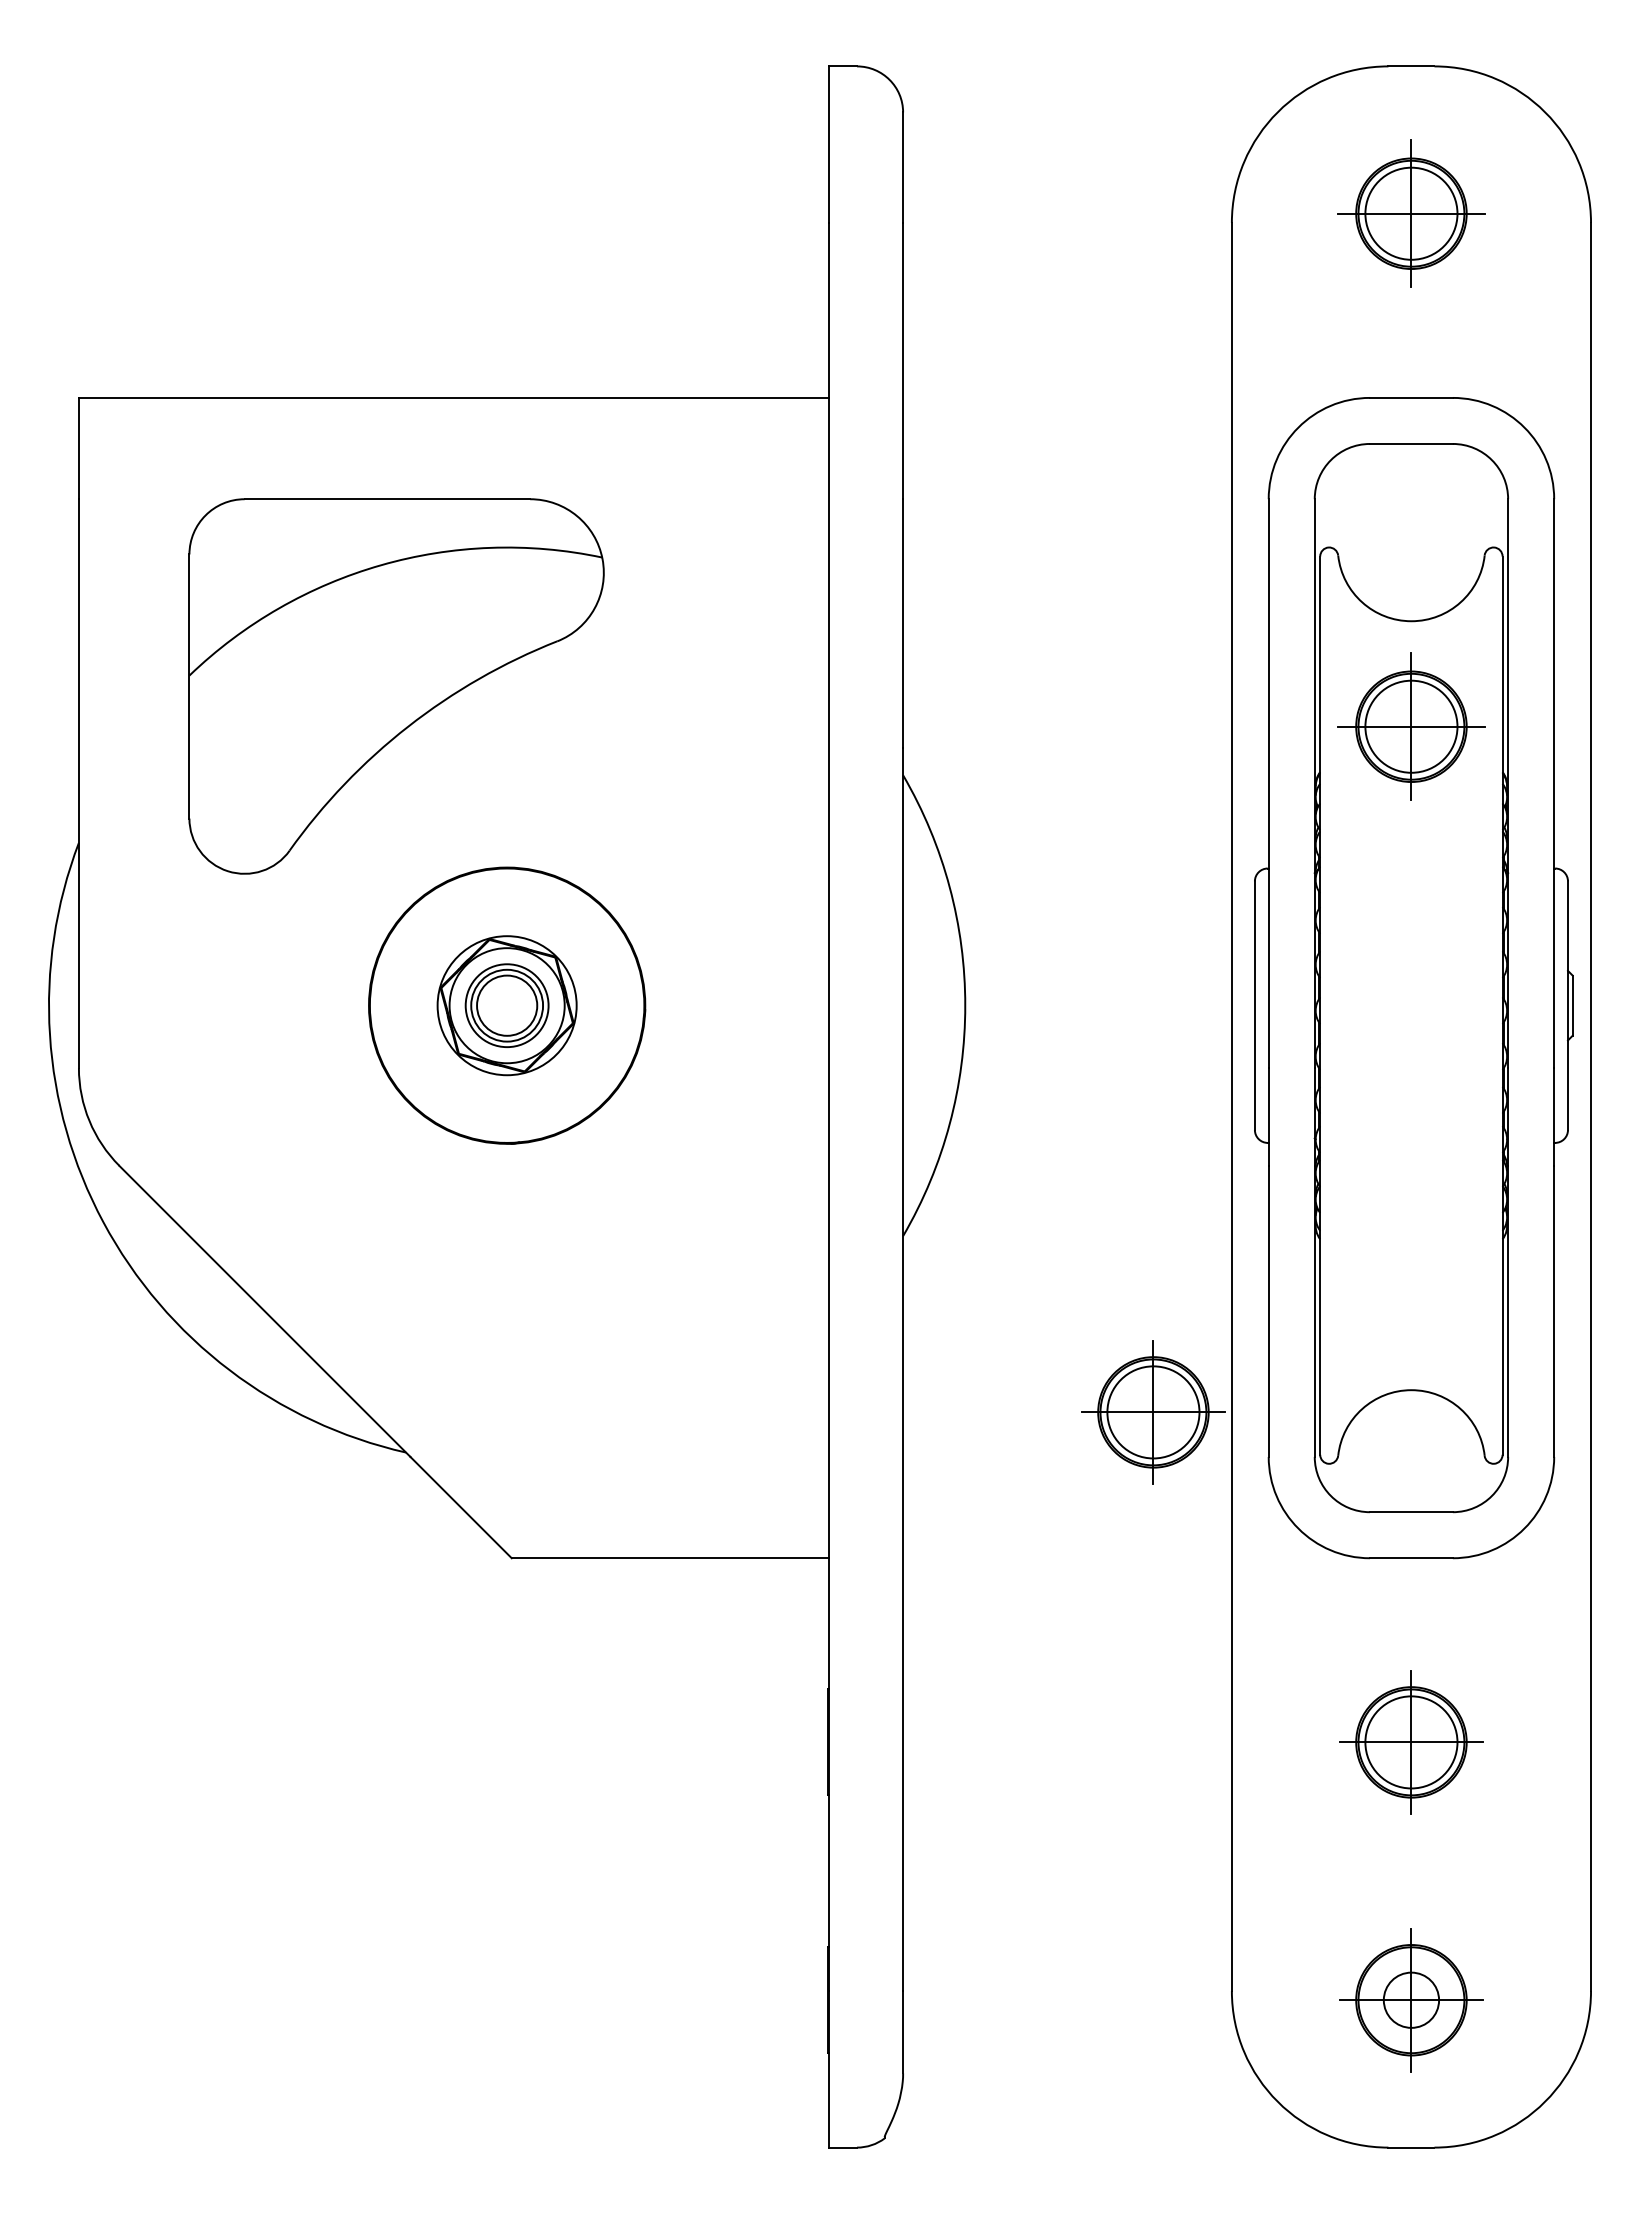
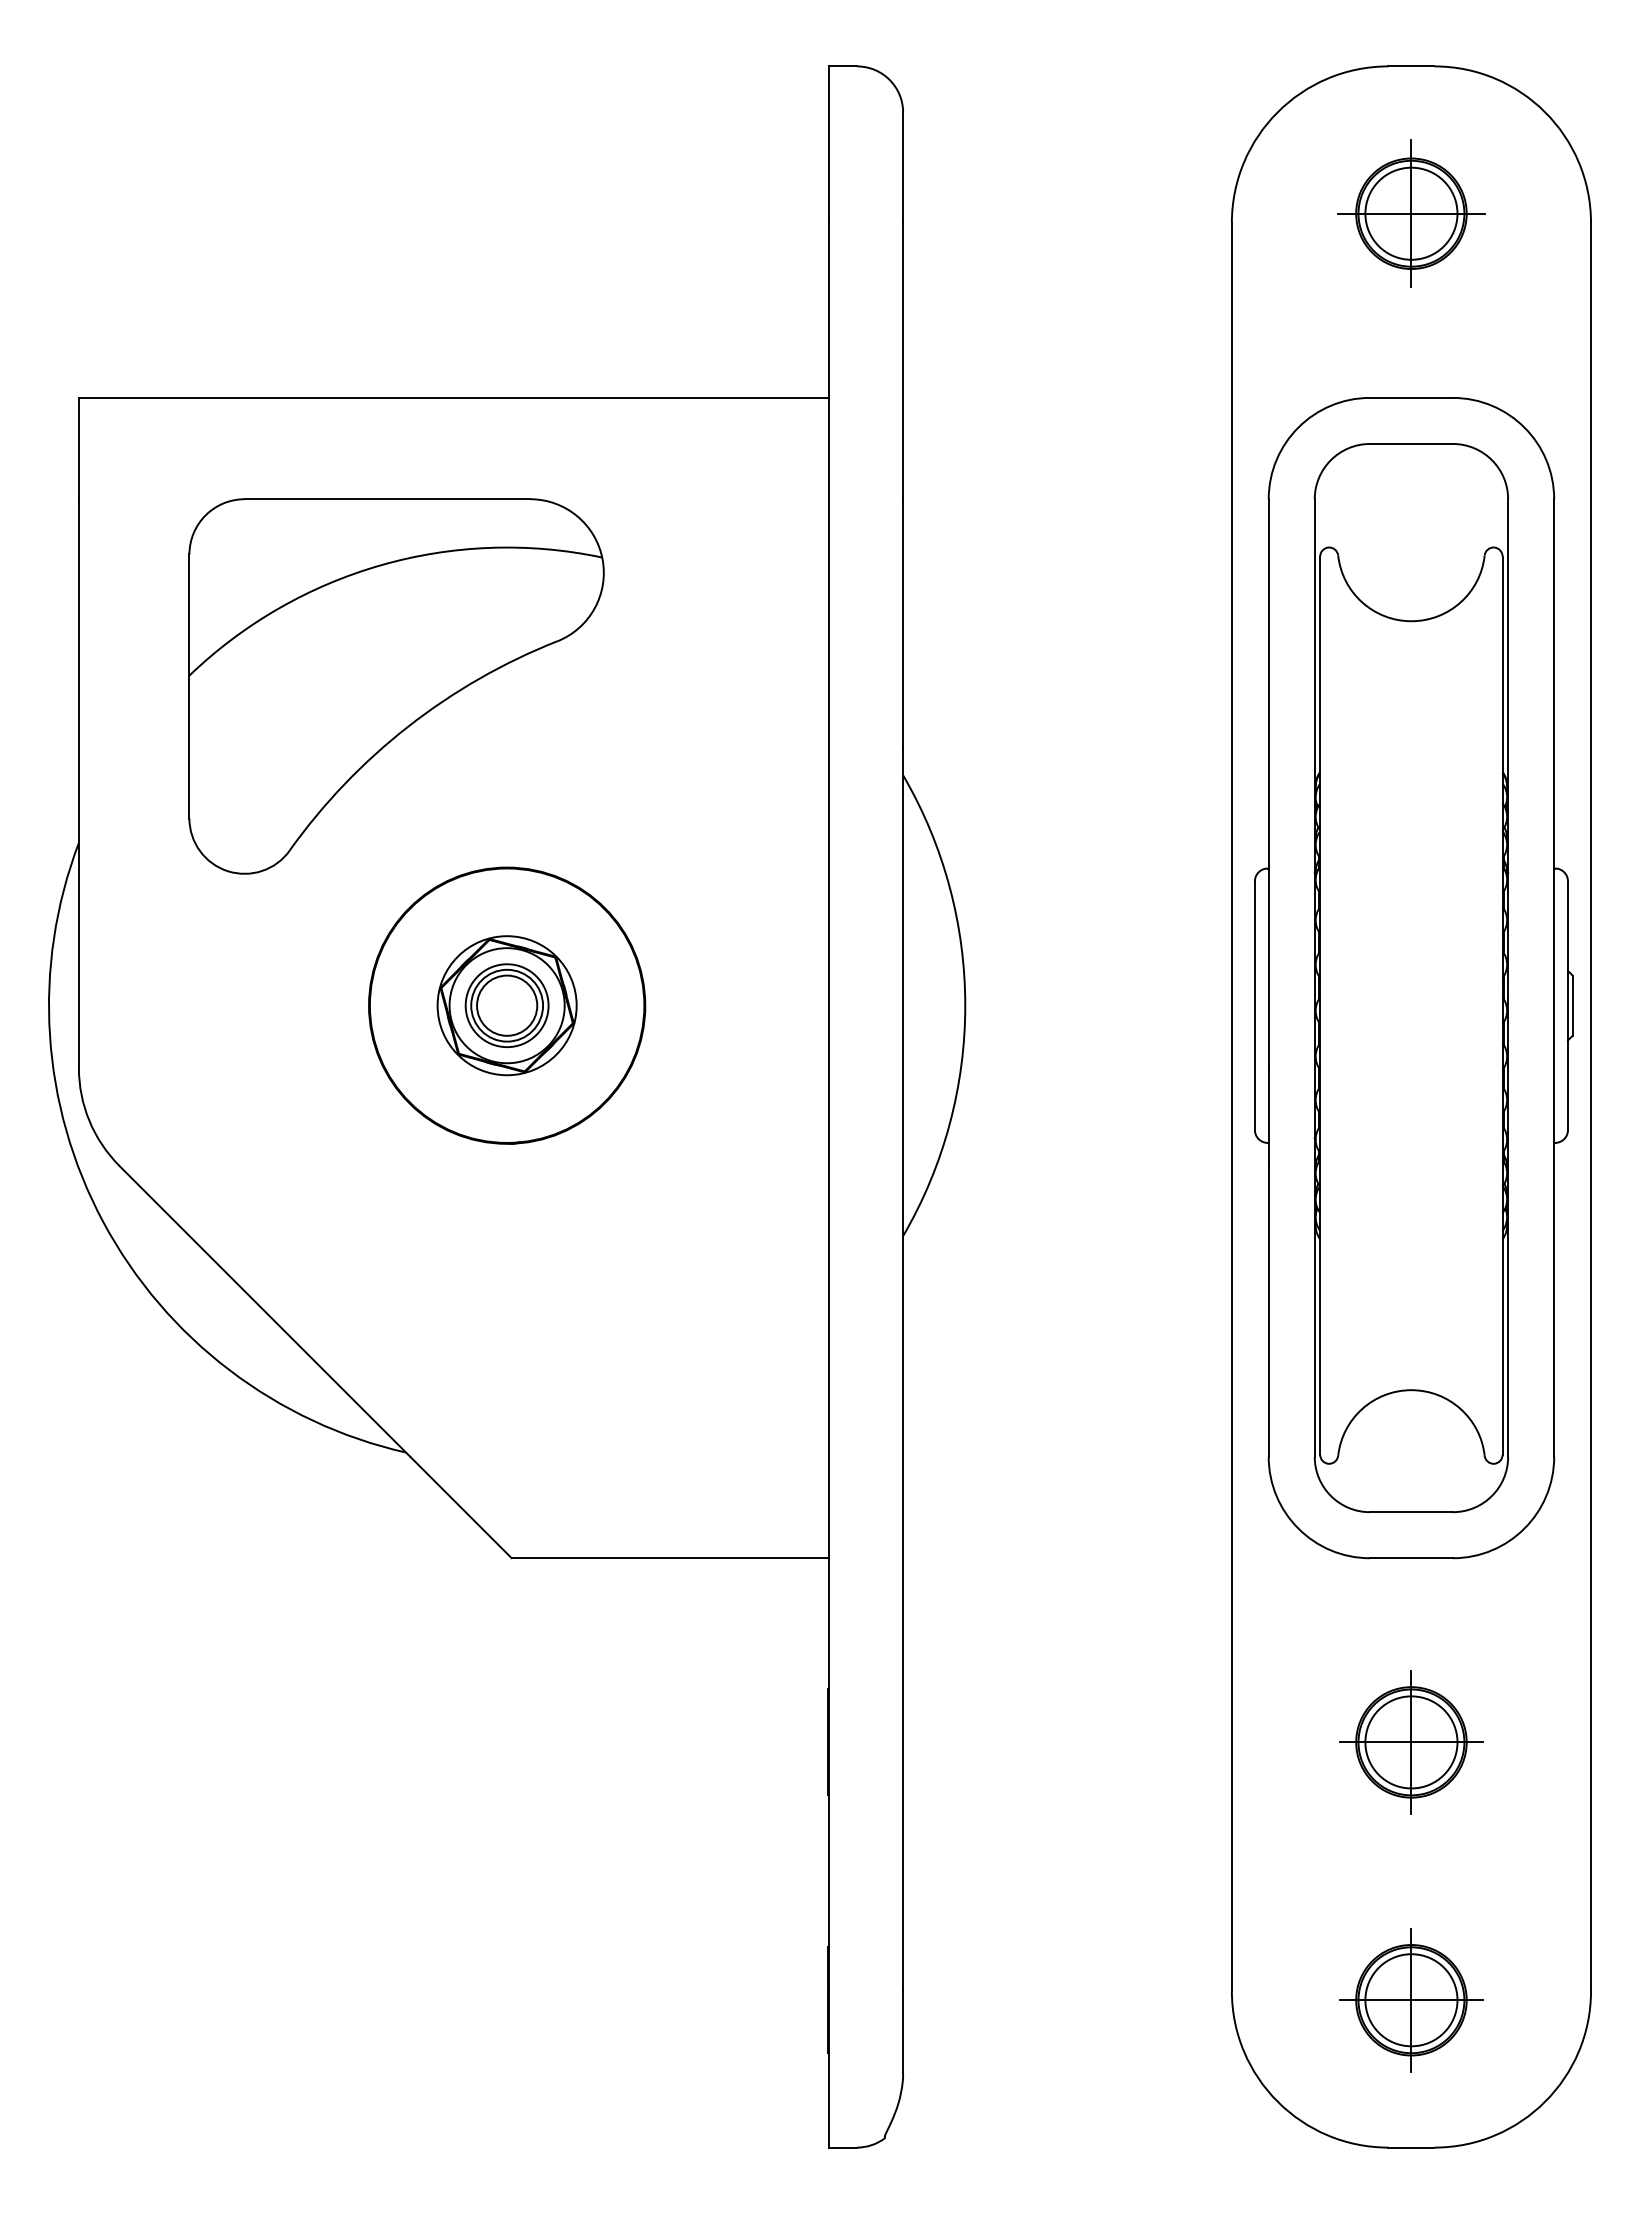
part at (1411, 726): present -> none
part at (1153, 1412): present -> none
circle at (1411, 1999) diameter: 55 px -> 92 px
